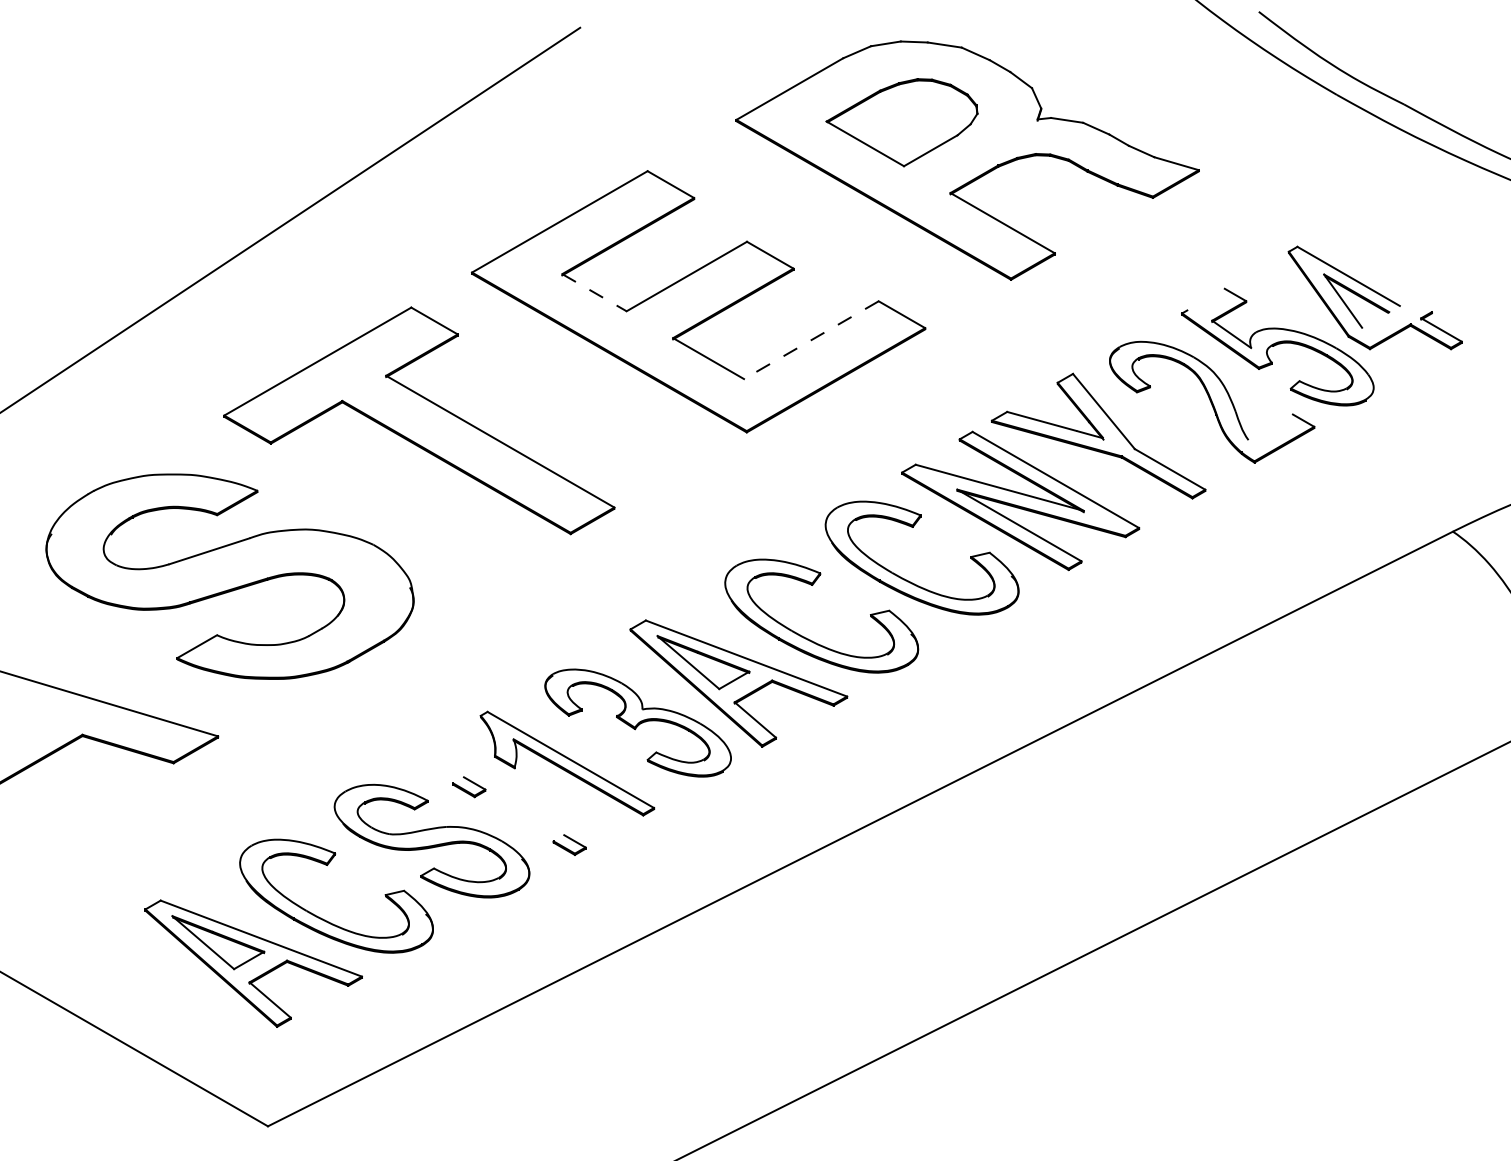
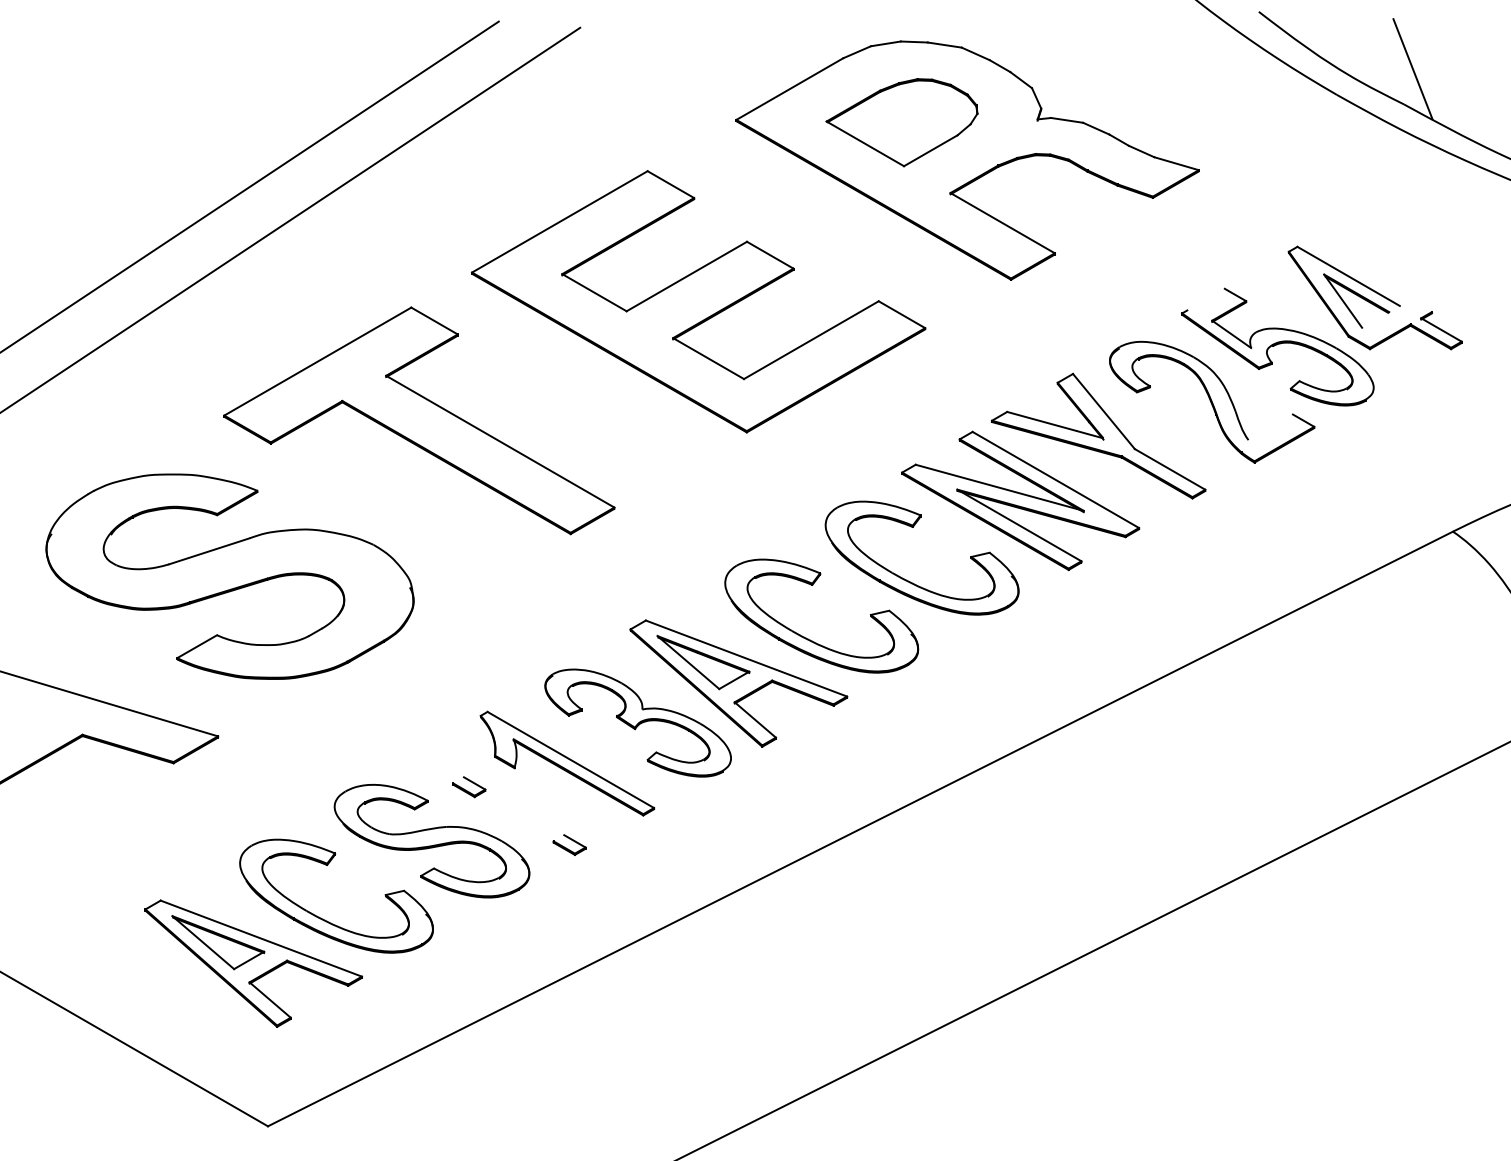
line at (1412, 69): none -> present
line at (250, 186): none -> present
line at (594, 292): dashed -> solid
line at (811, 340): dashed -> solid
